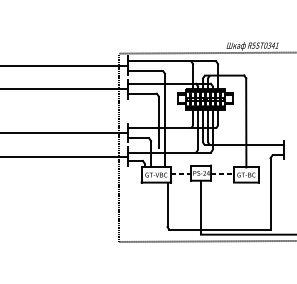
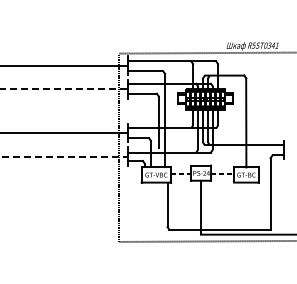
line at (64, 89): solid -> dashed
line at (64, 156): solid -> dashed
